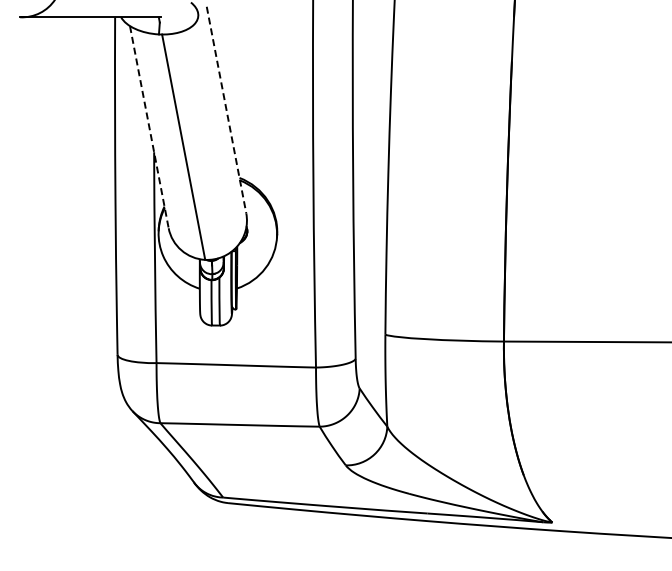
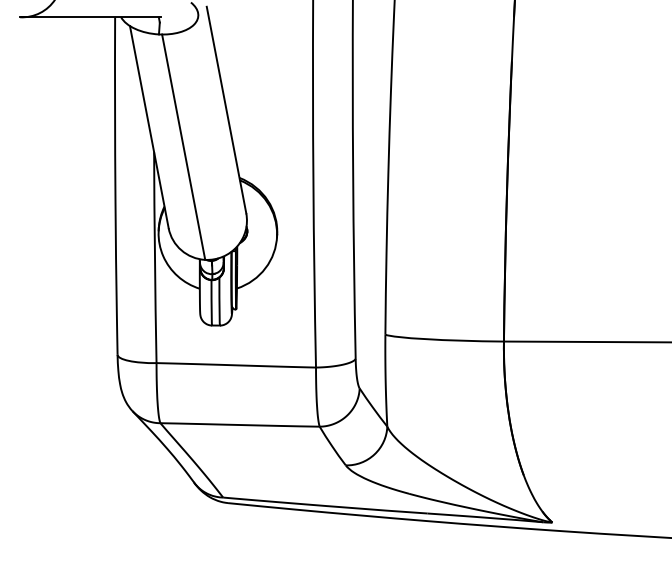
line at (226, 110): dashed -> solid
line at (149, 127): dashed -> solid
